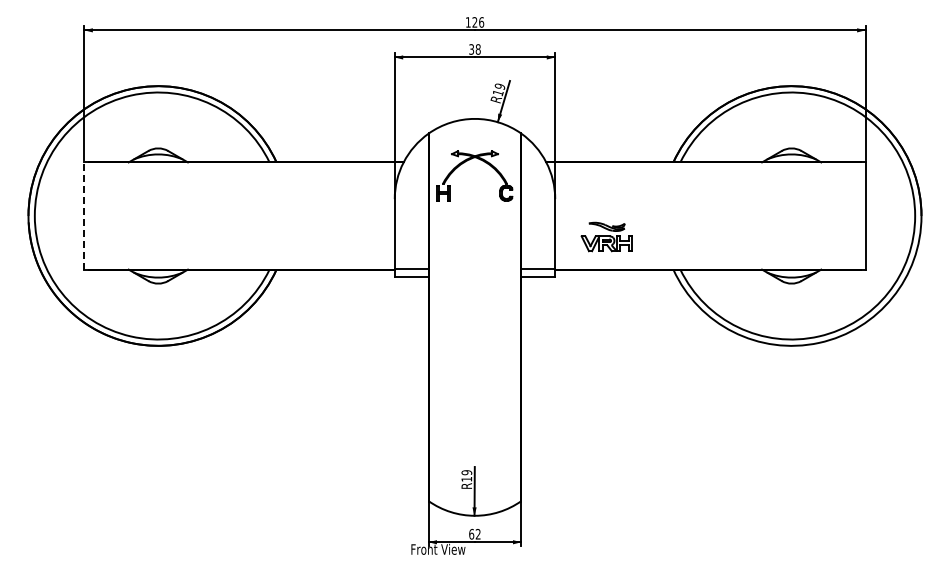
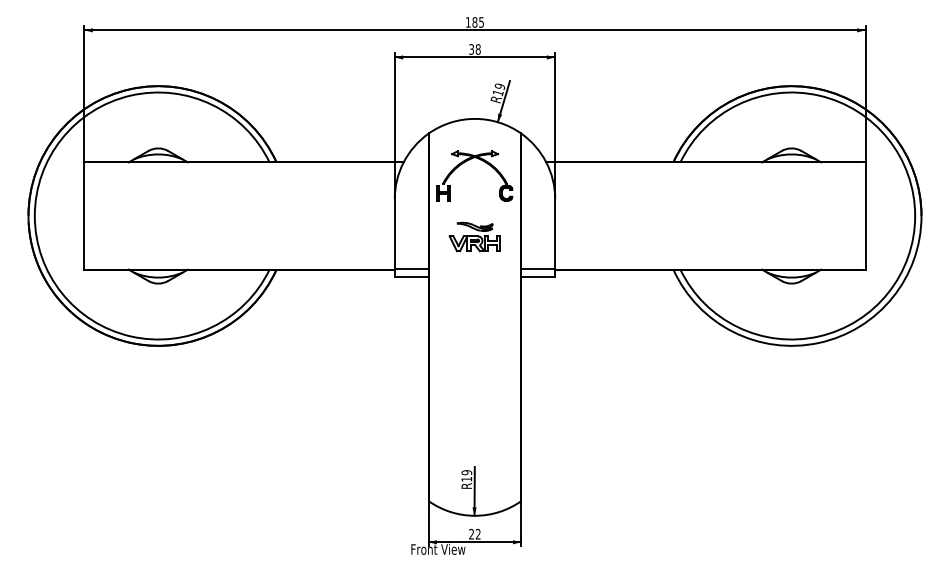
text at (478, 22): 126 -> 185
line at (84, 216): dashed -> solid
part at (606, 236) position: (606, 236) -> (474, 236)
text at (471, 533): 62 -> 22
